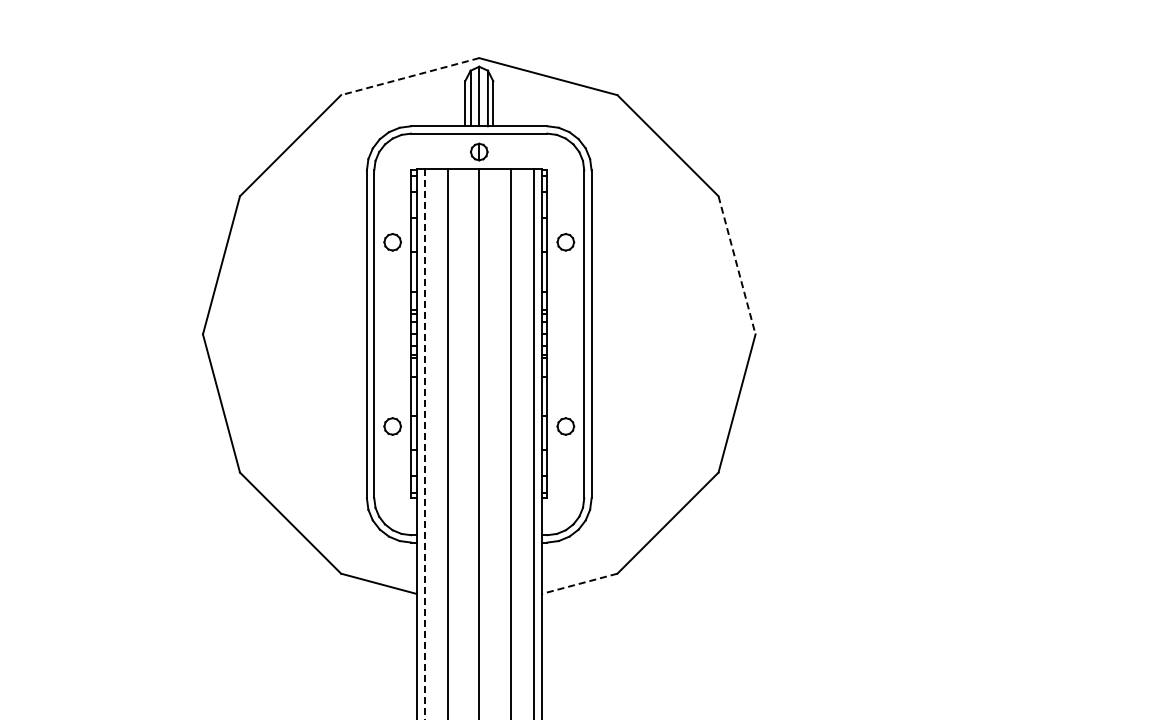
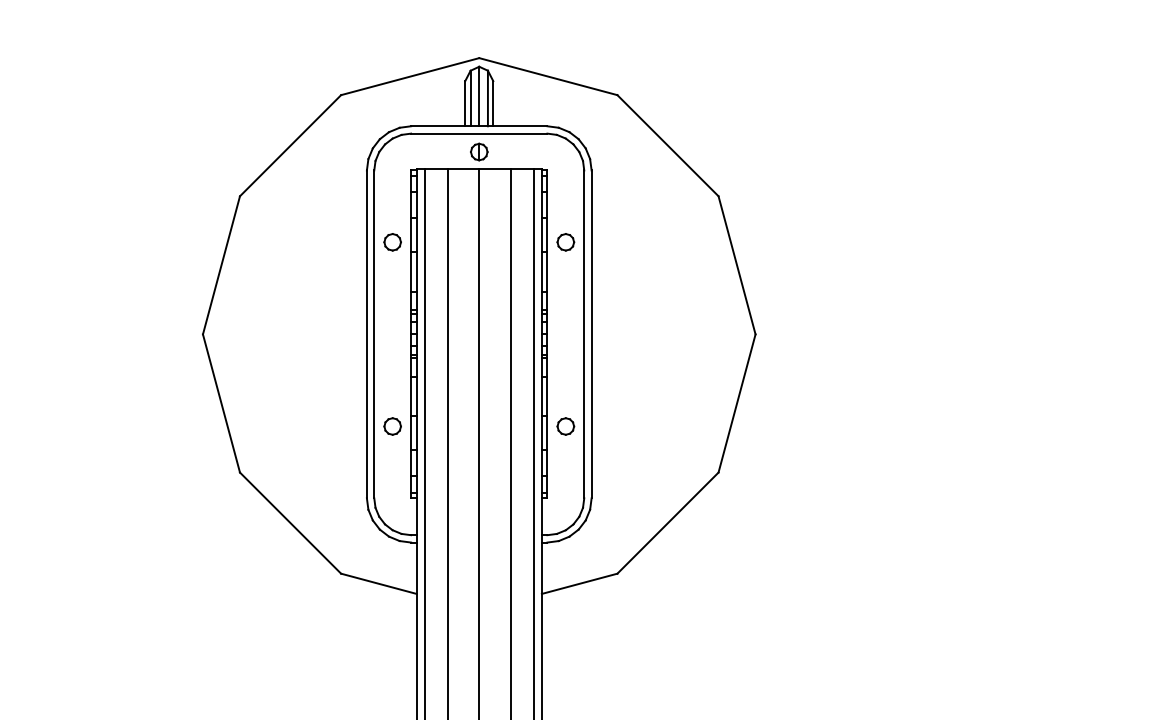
line at (410, 76): dashed -> solid
line at (737, 265): dashed -> solid
line at (425, 444): dashed -> solid
line at (579, 583): dashed -> solid
